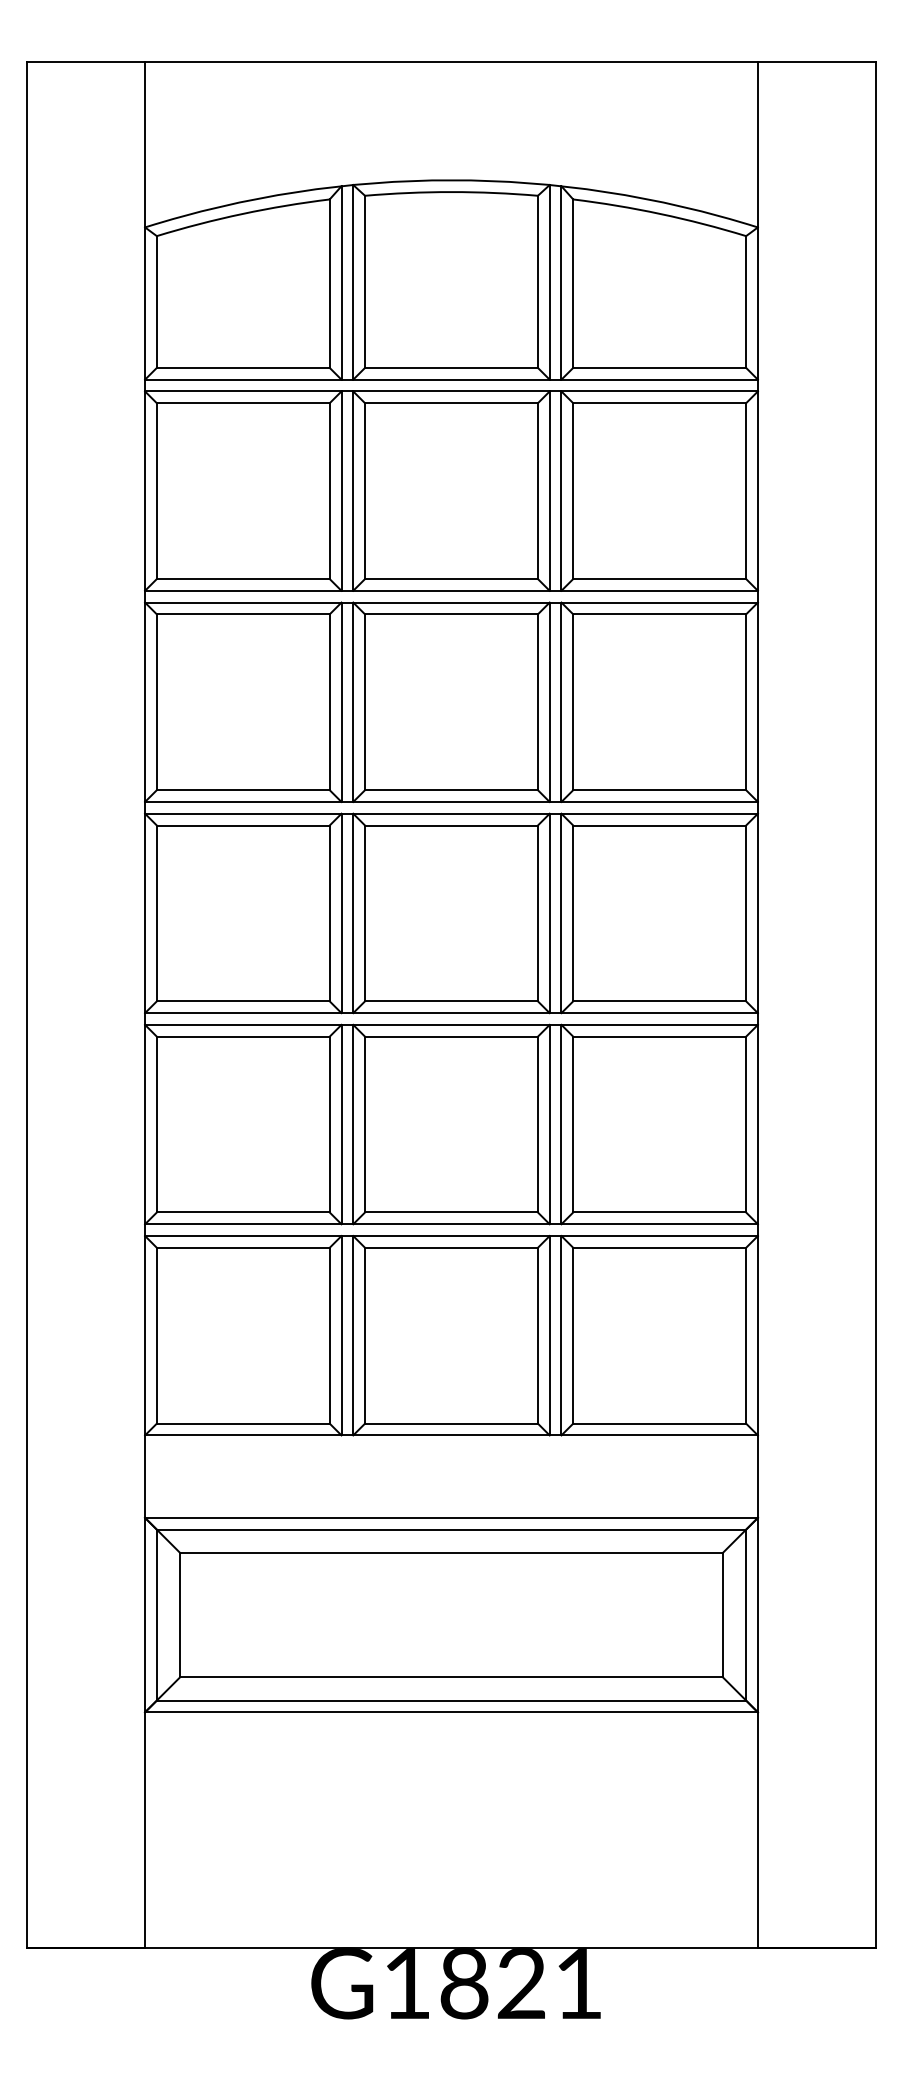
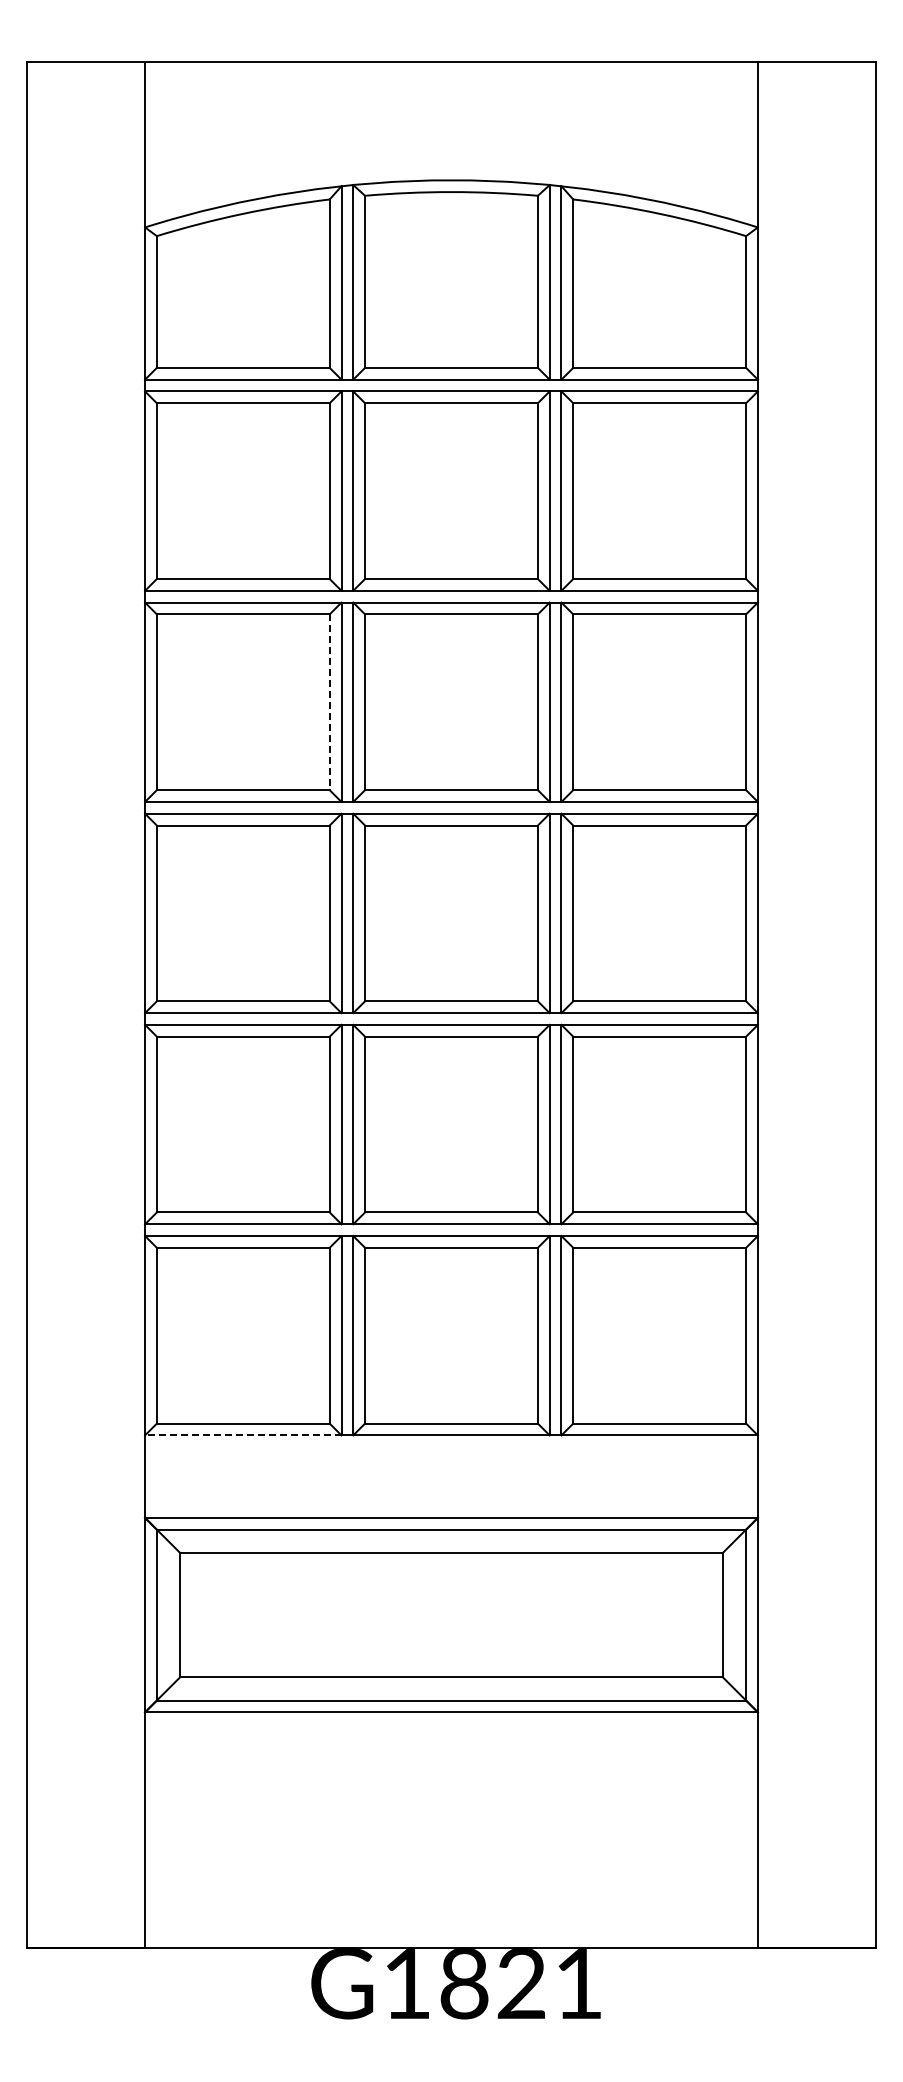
line at (329, 702): solid -> dashed
line at (242, 1435): solid -> dashed
